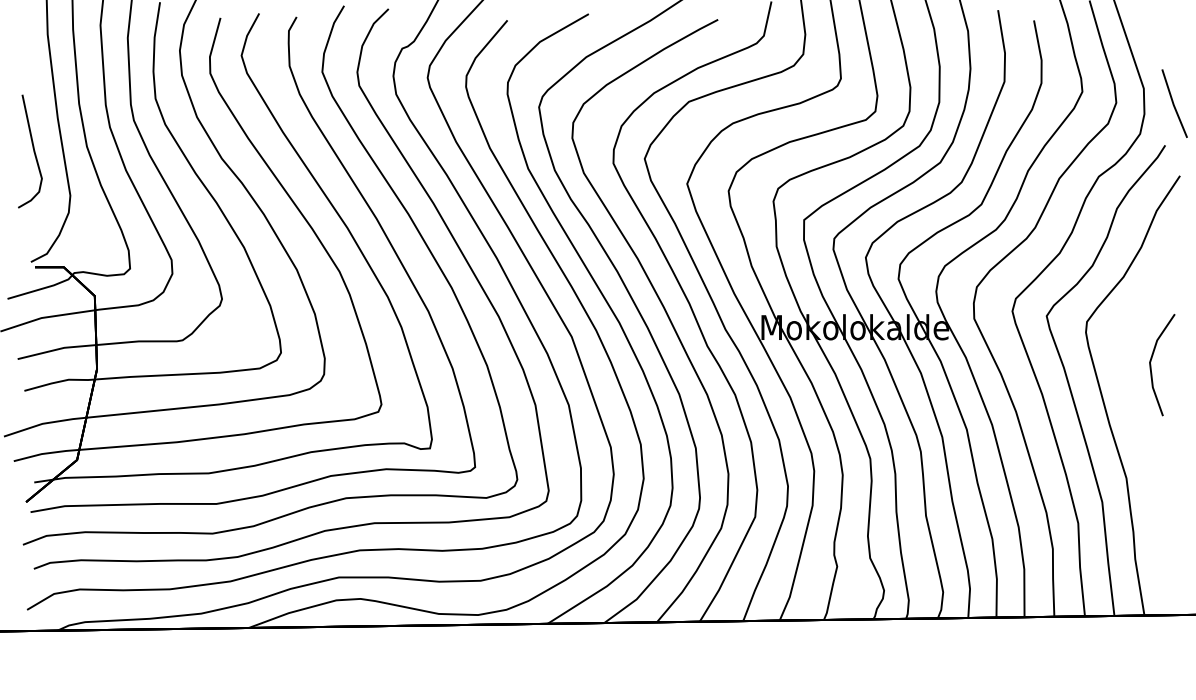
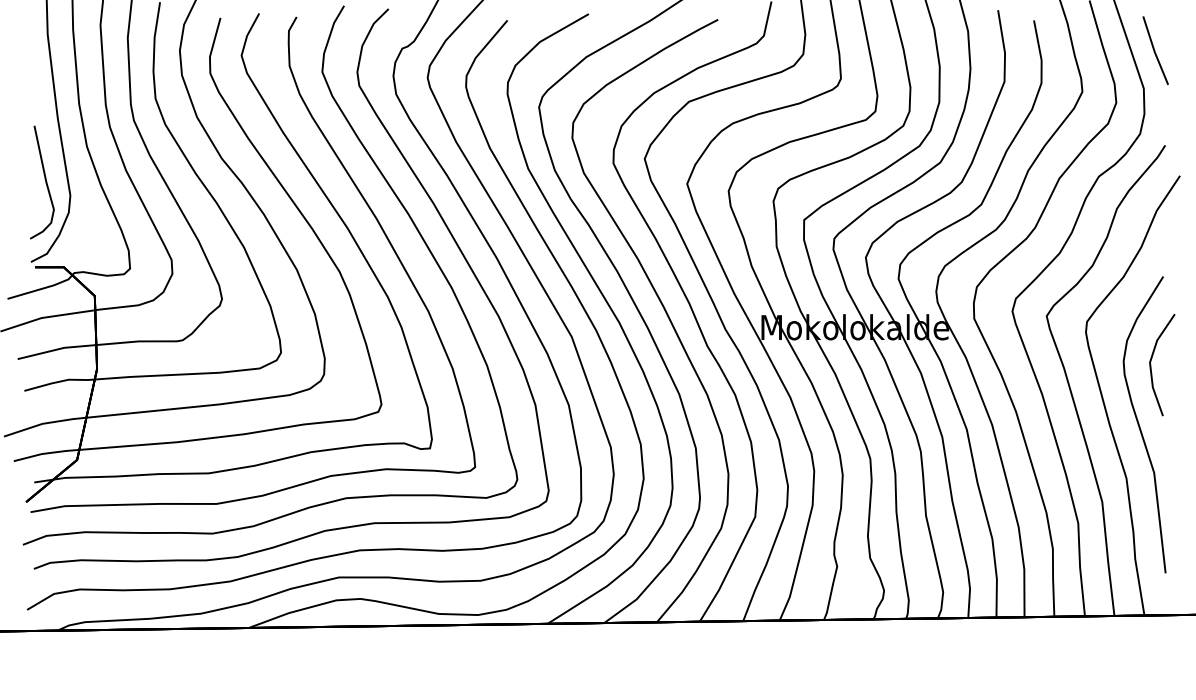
line at (1174, 103) position: (1174, 103) -> (1155, 50)
curve at (33, 151) position: (33, 151) -> (45, 182)
curve at (1140, 426): none -> present
